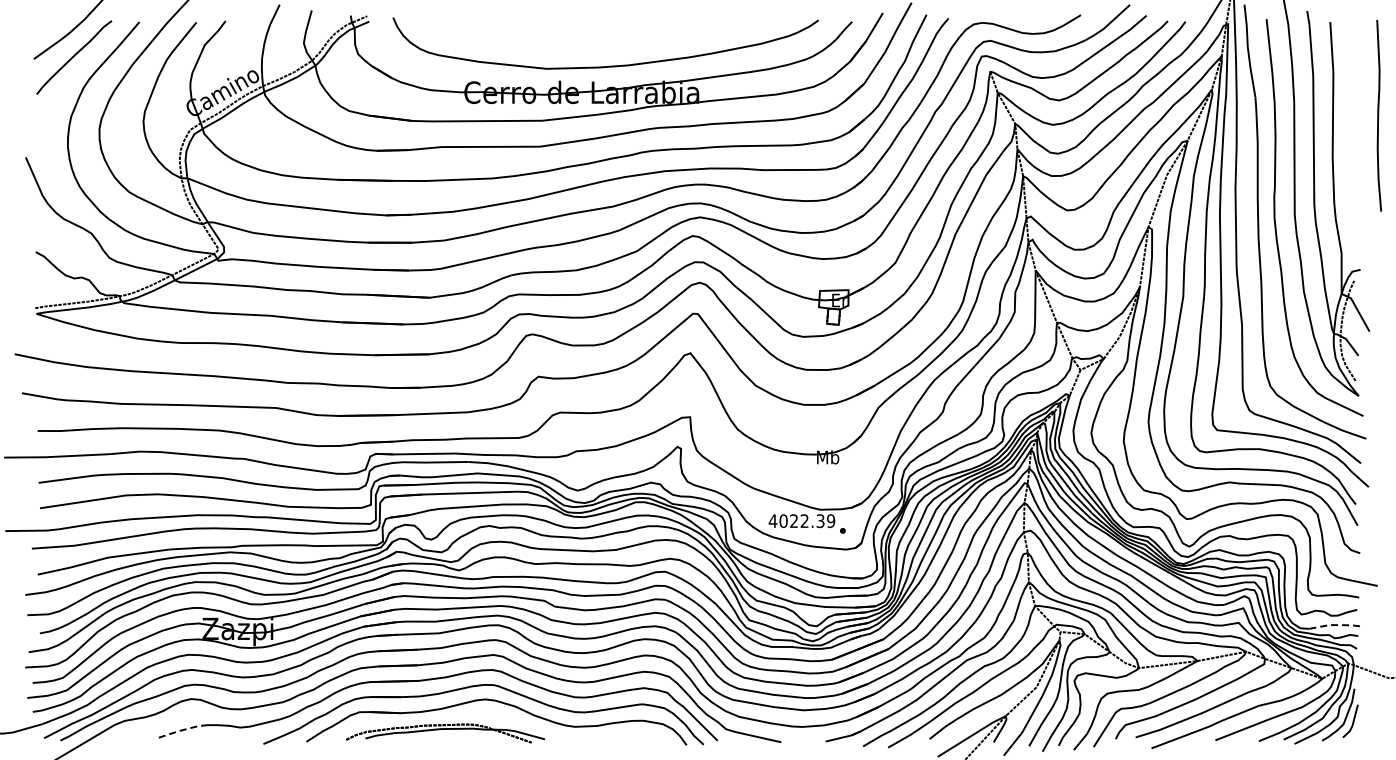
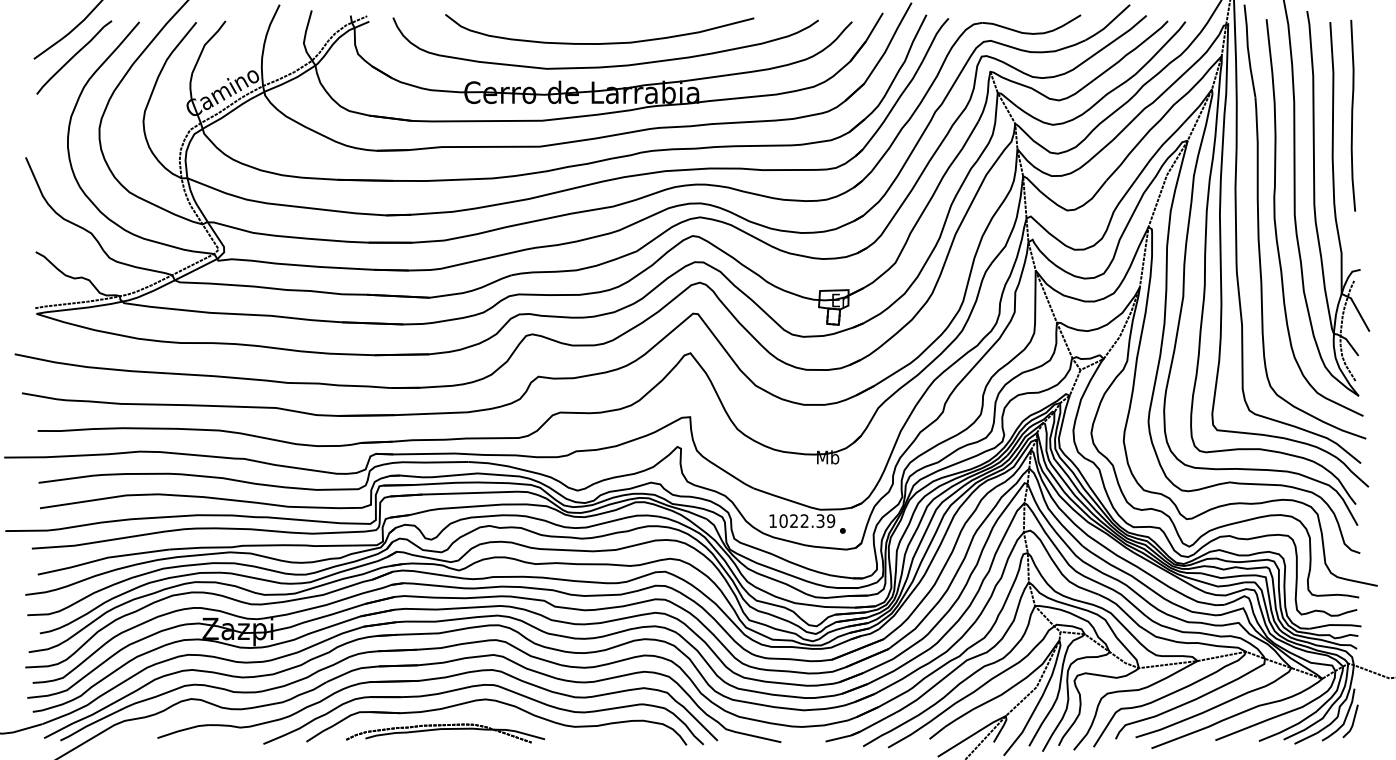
curve at (603, 42): none -> present
curve at (1378, 115) position: (1378, 115) -> (1352, 115)
text at (772, 520): 4022.39 -> 1022.39
line at (1335, 625): dashed -> solid
line at (182, 730): dashed -> solid
